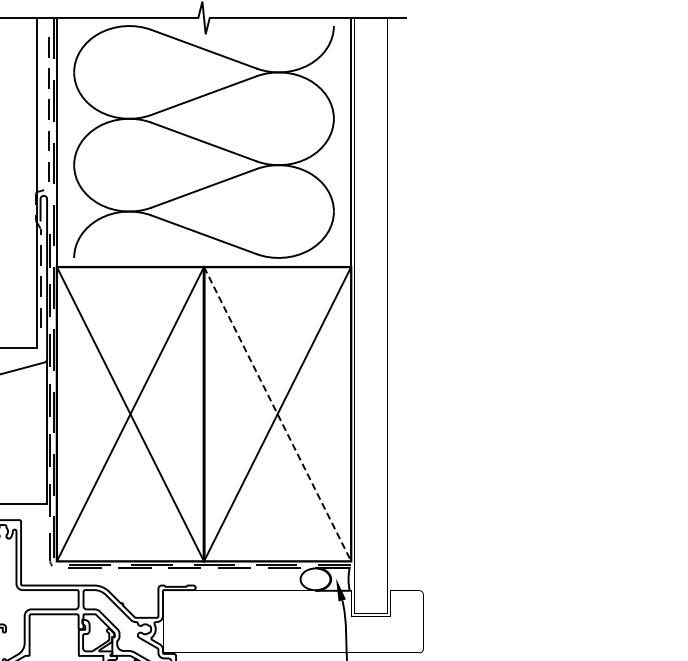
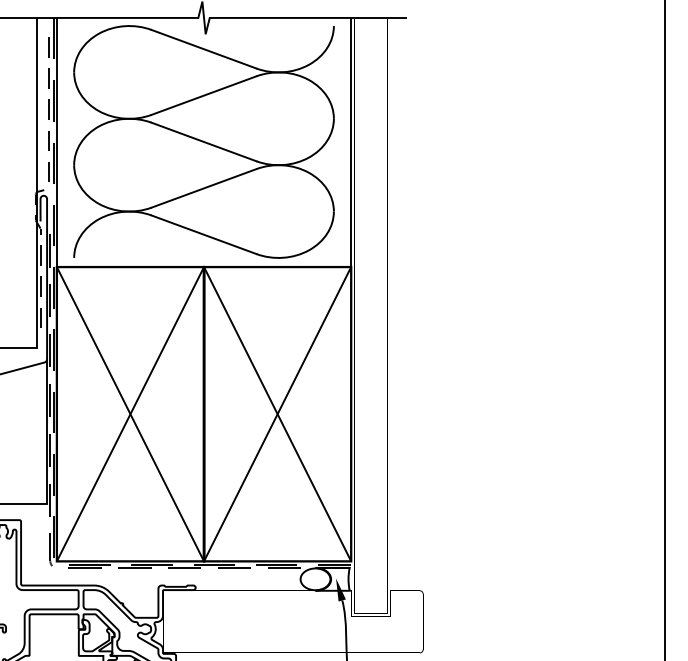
line at (664, 329): none -> present
line at (277, 414): dashed -> solid
